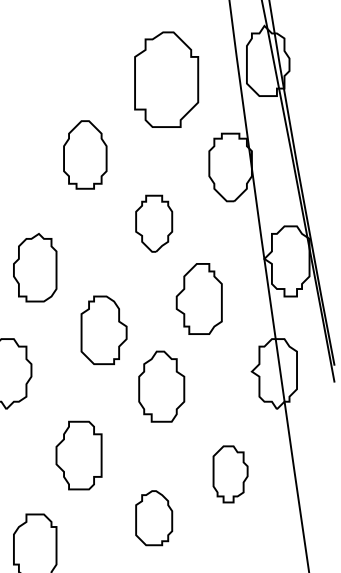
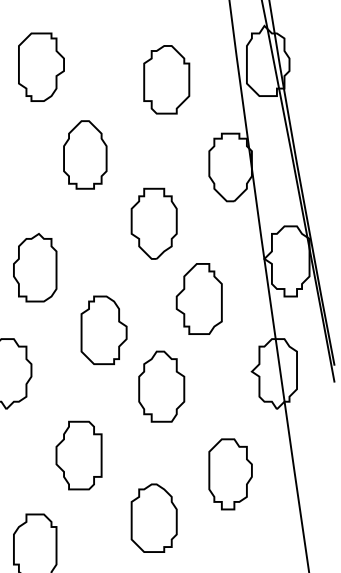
part at (41, 66): none -> present
part at (166, 79) size: 66x97 px -> 48x70 px
part at (154, 223) size: 39x59 px -> 48x73 px
part at (230, 474) size: 37x59 px -> 45x73 px
part at (154, 518) size: 39x57 px -> 48x70 px
